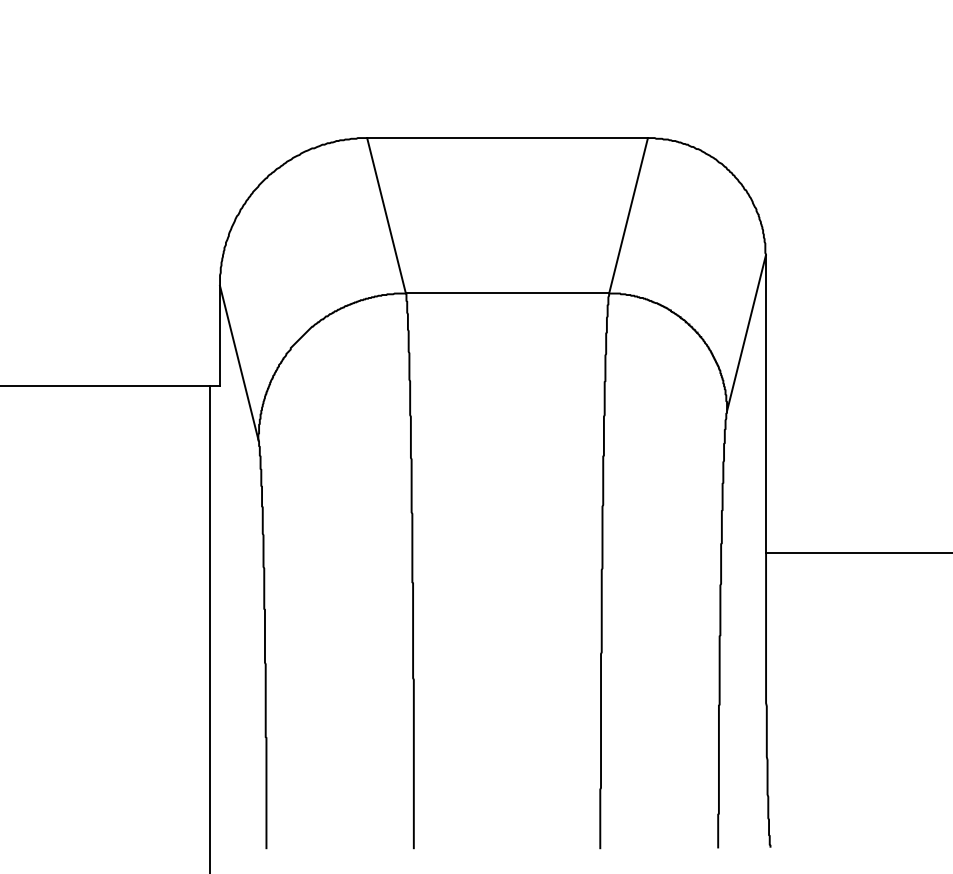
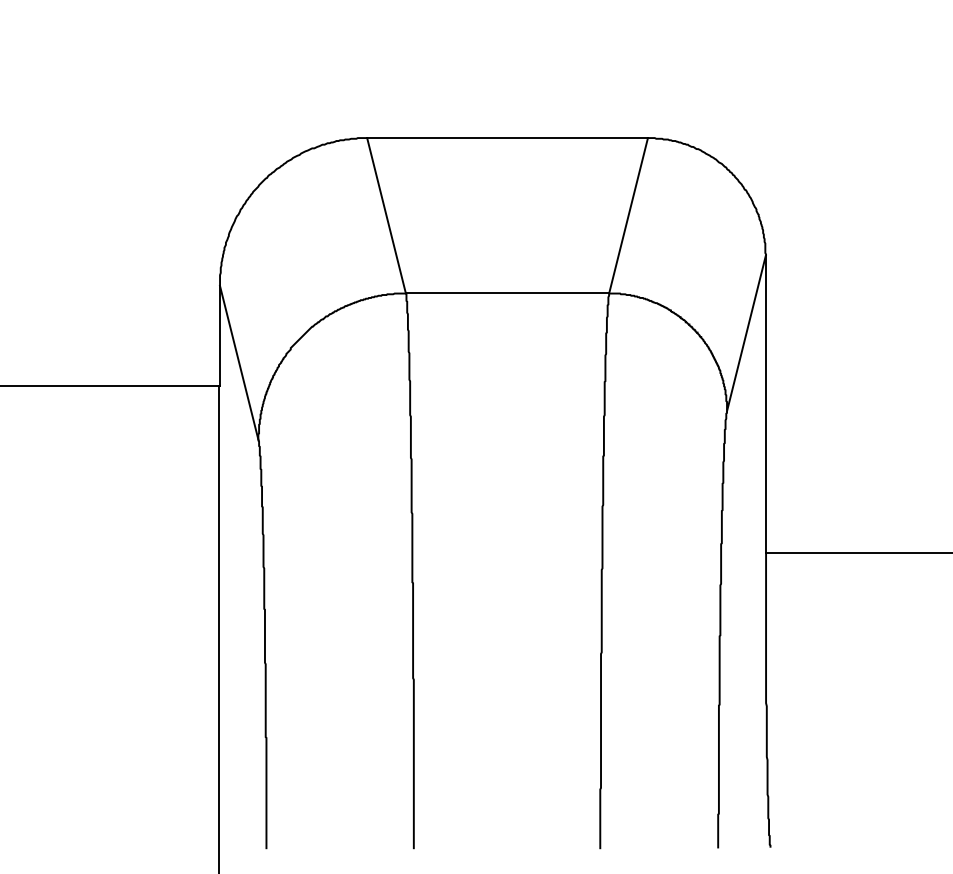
line at (210, 627) position: (210, 627) -> (219, 627)
